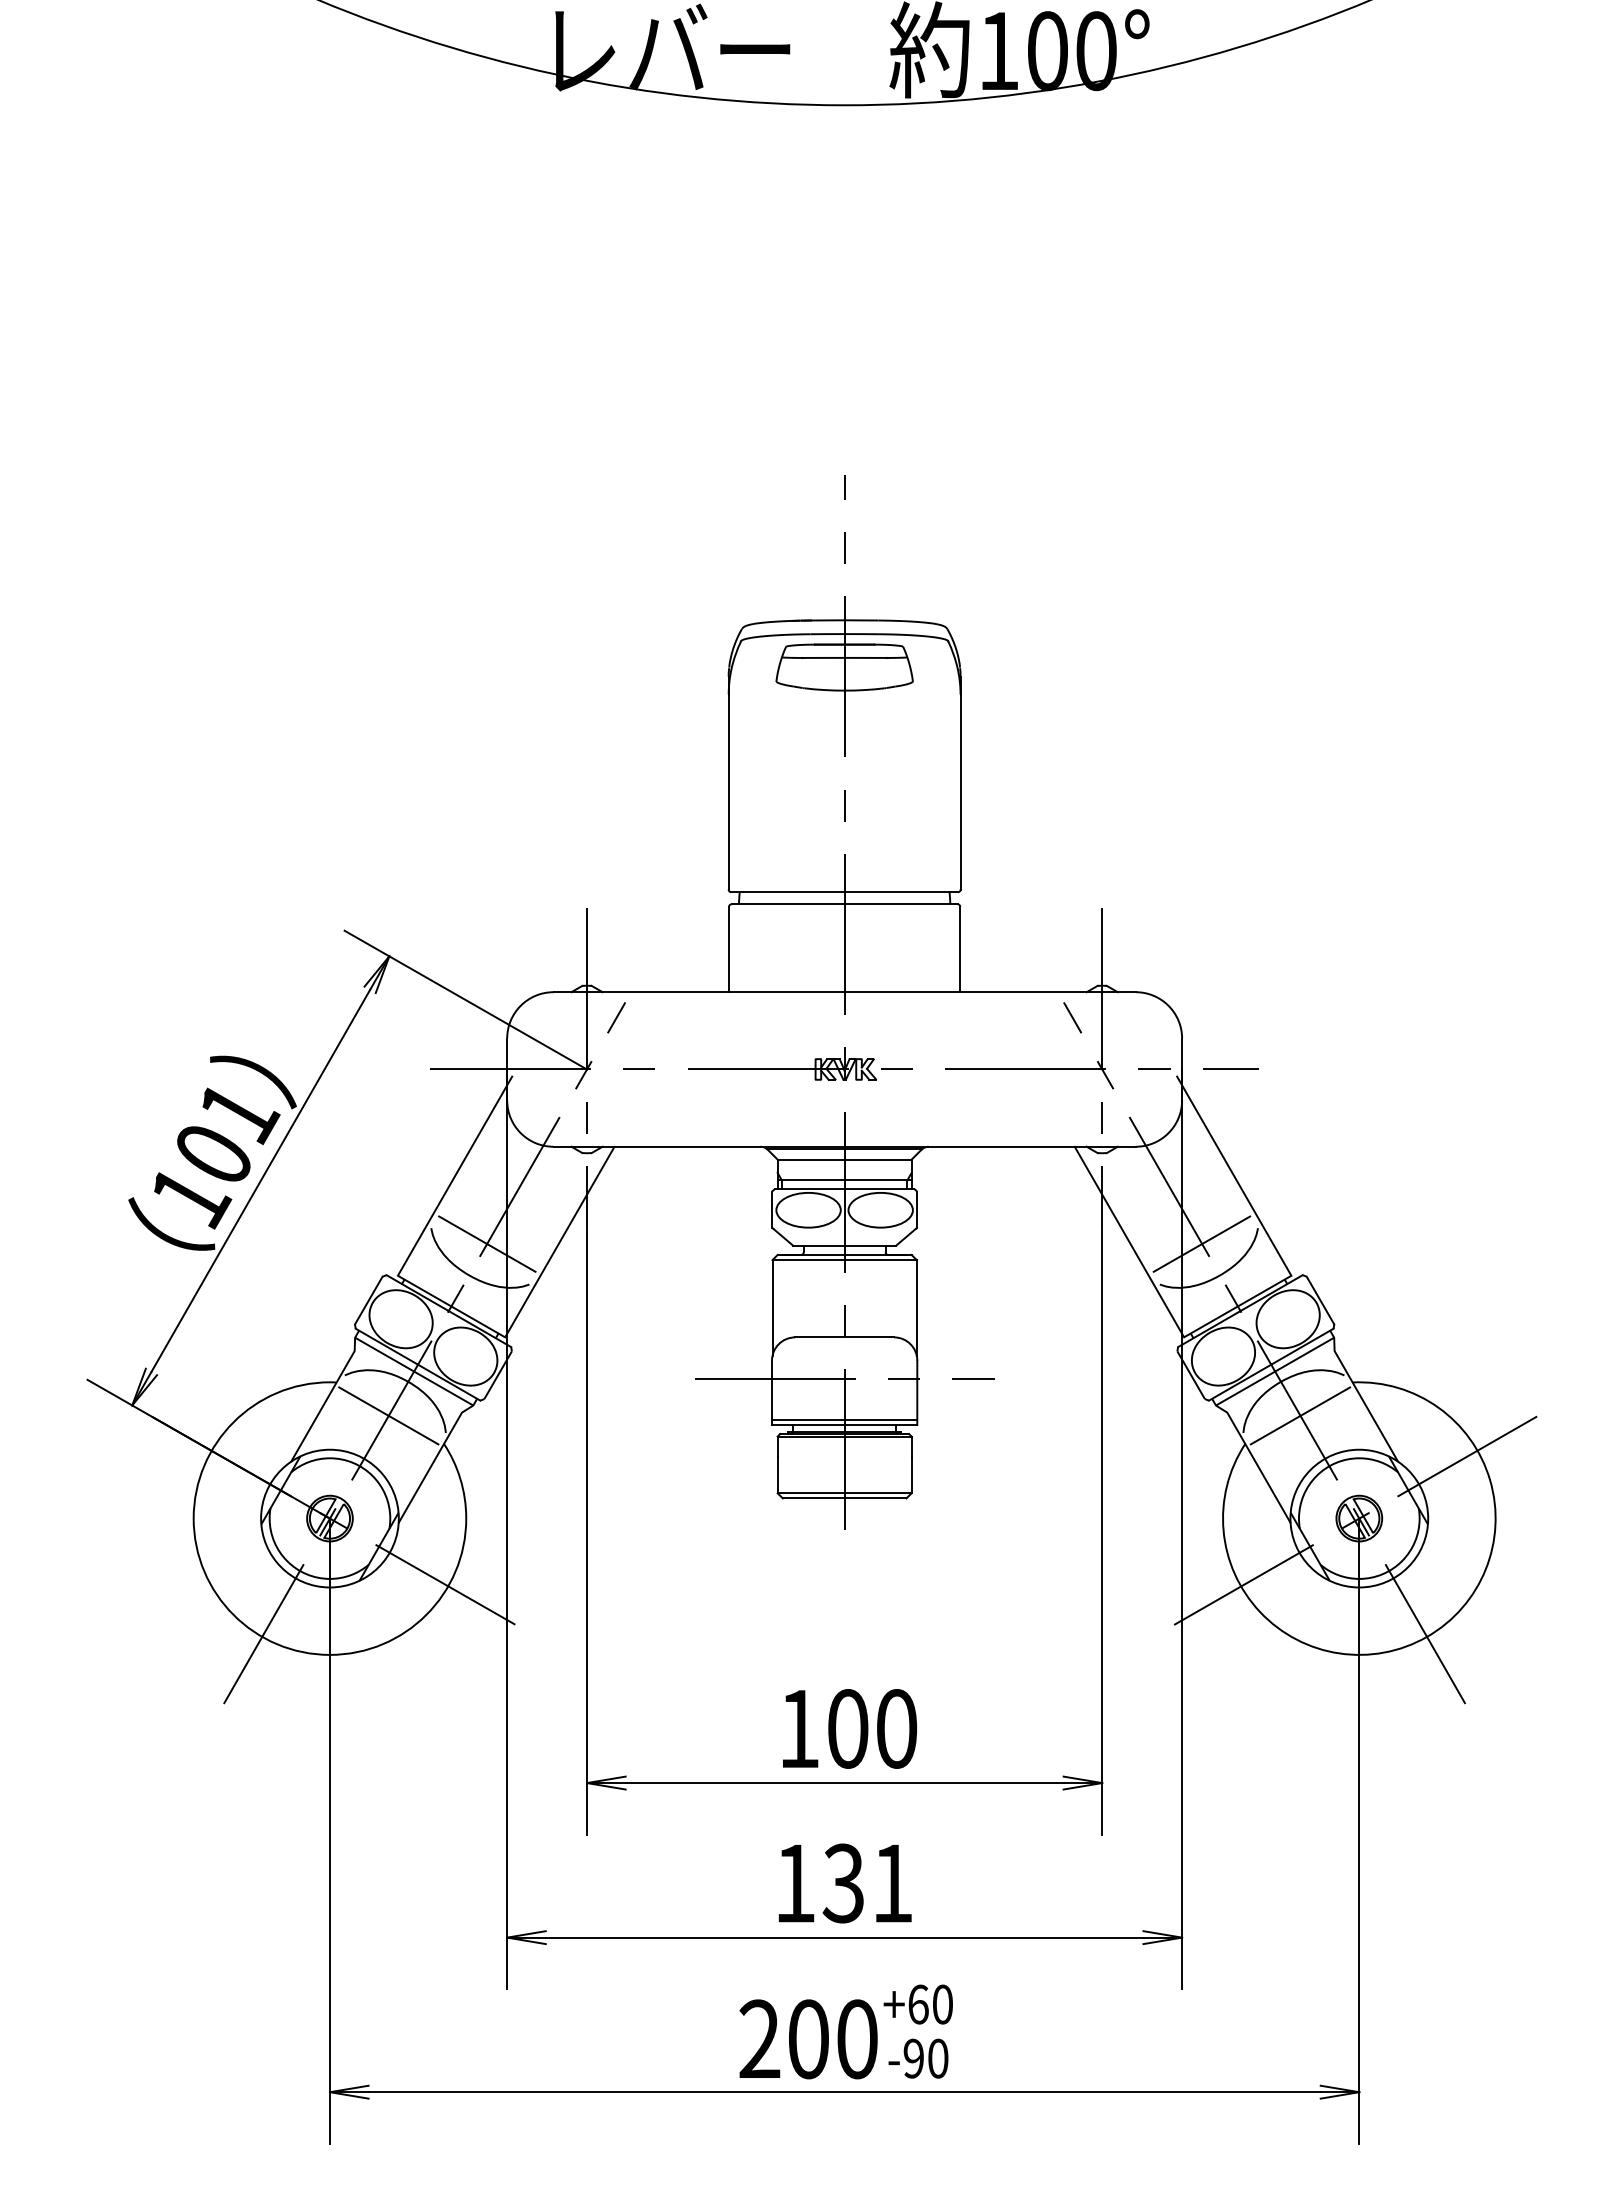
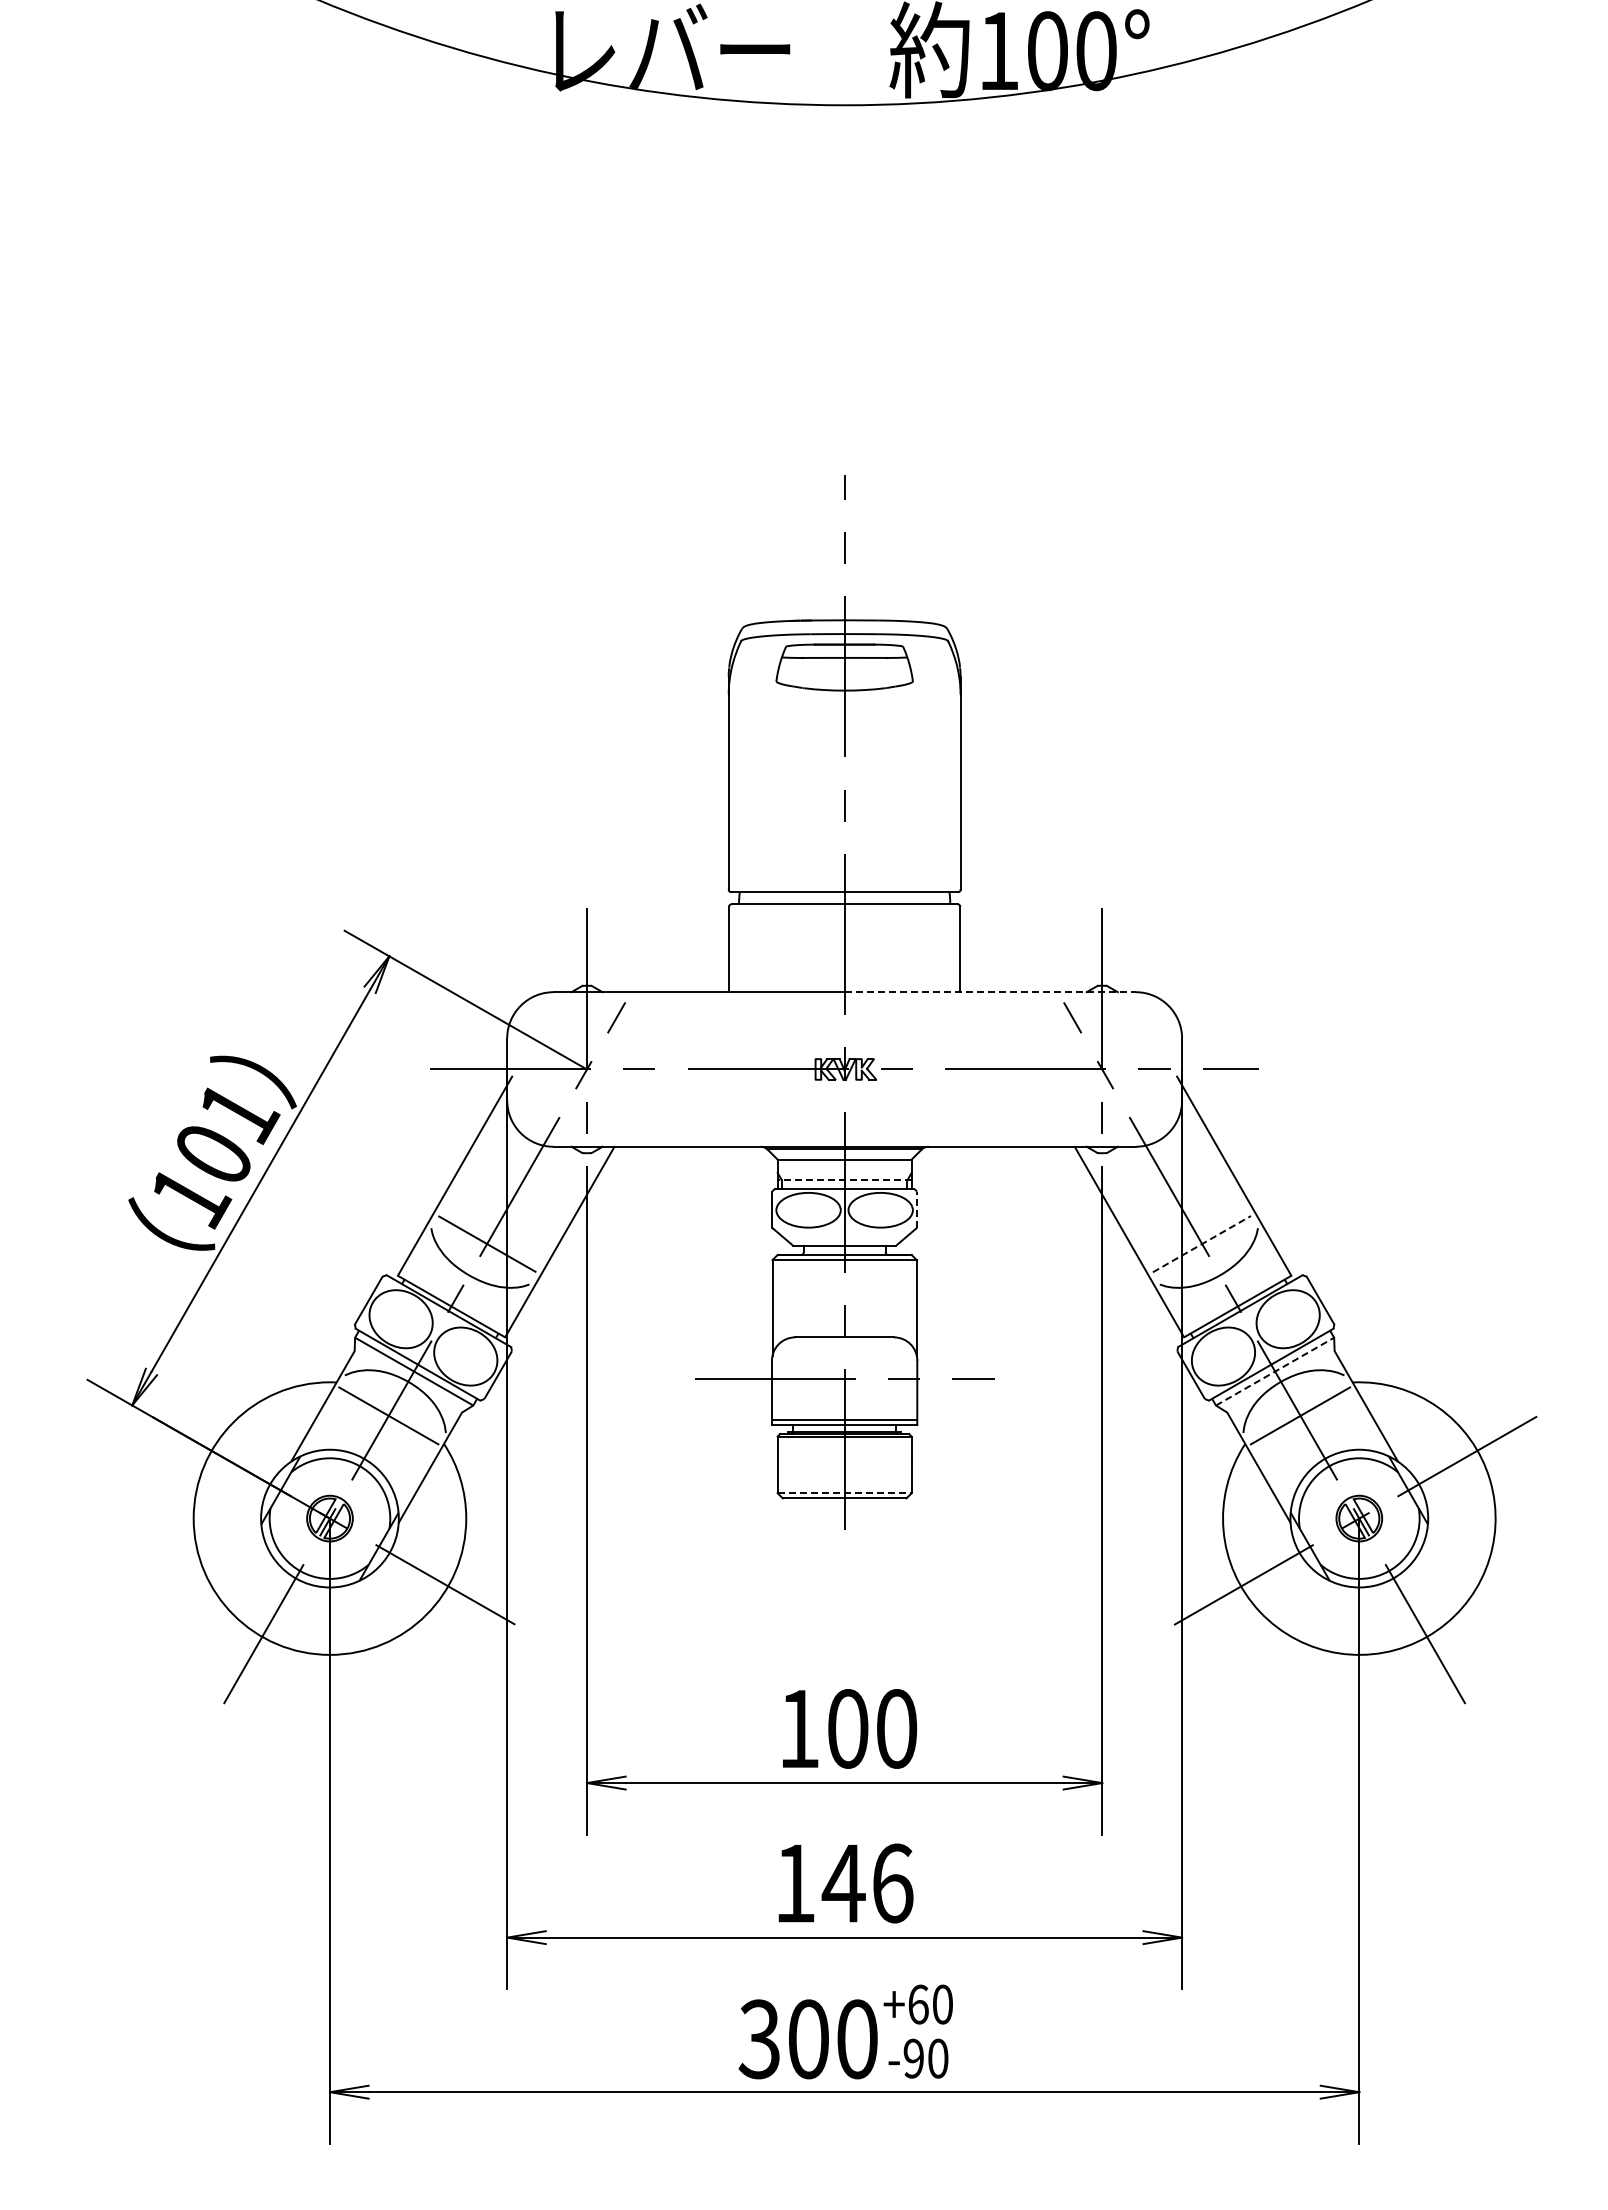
line at (990, 992): solid -> dashed
line at (844, 1180): solid -> dashed
line at (917, 1209): solid -> dashed
line at (1201, 1244): solid -> dashed
line at (1275, 1371): solid -> dashed
line at (844, 1493): solid -> dashed
text at (867, 1883): 131 -> 146
text at (759, 2039): 200 -> 300
